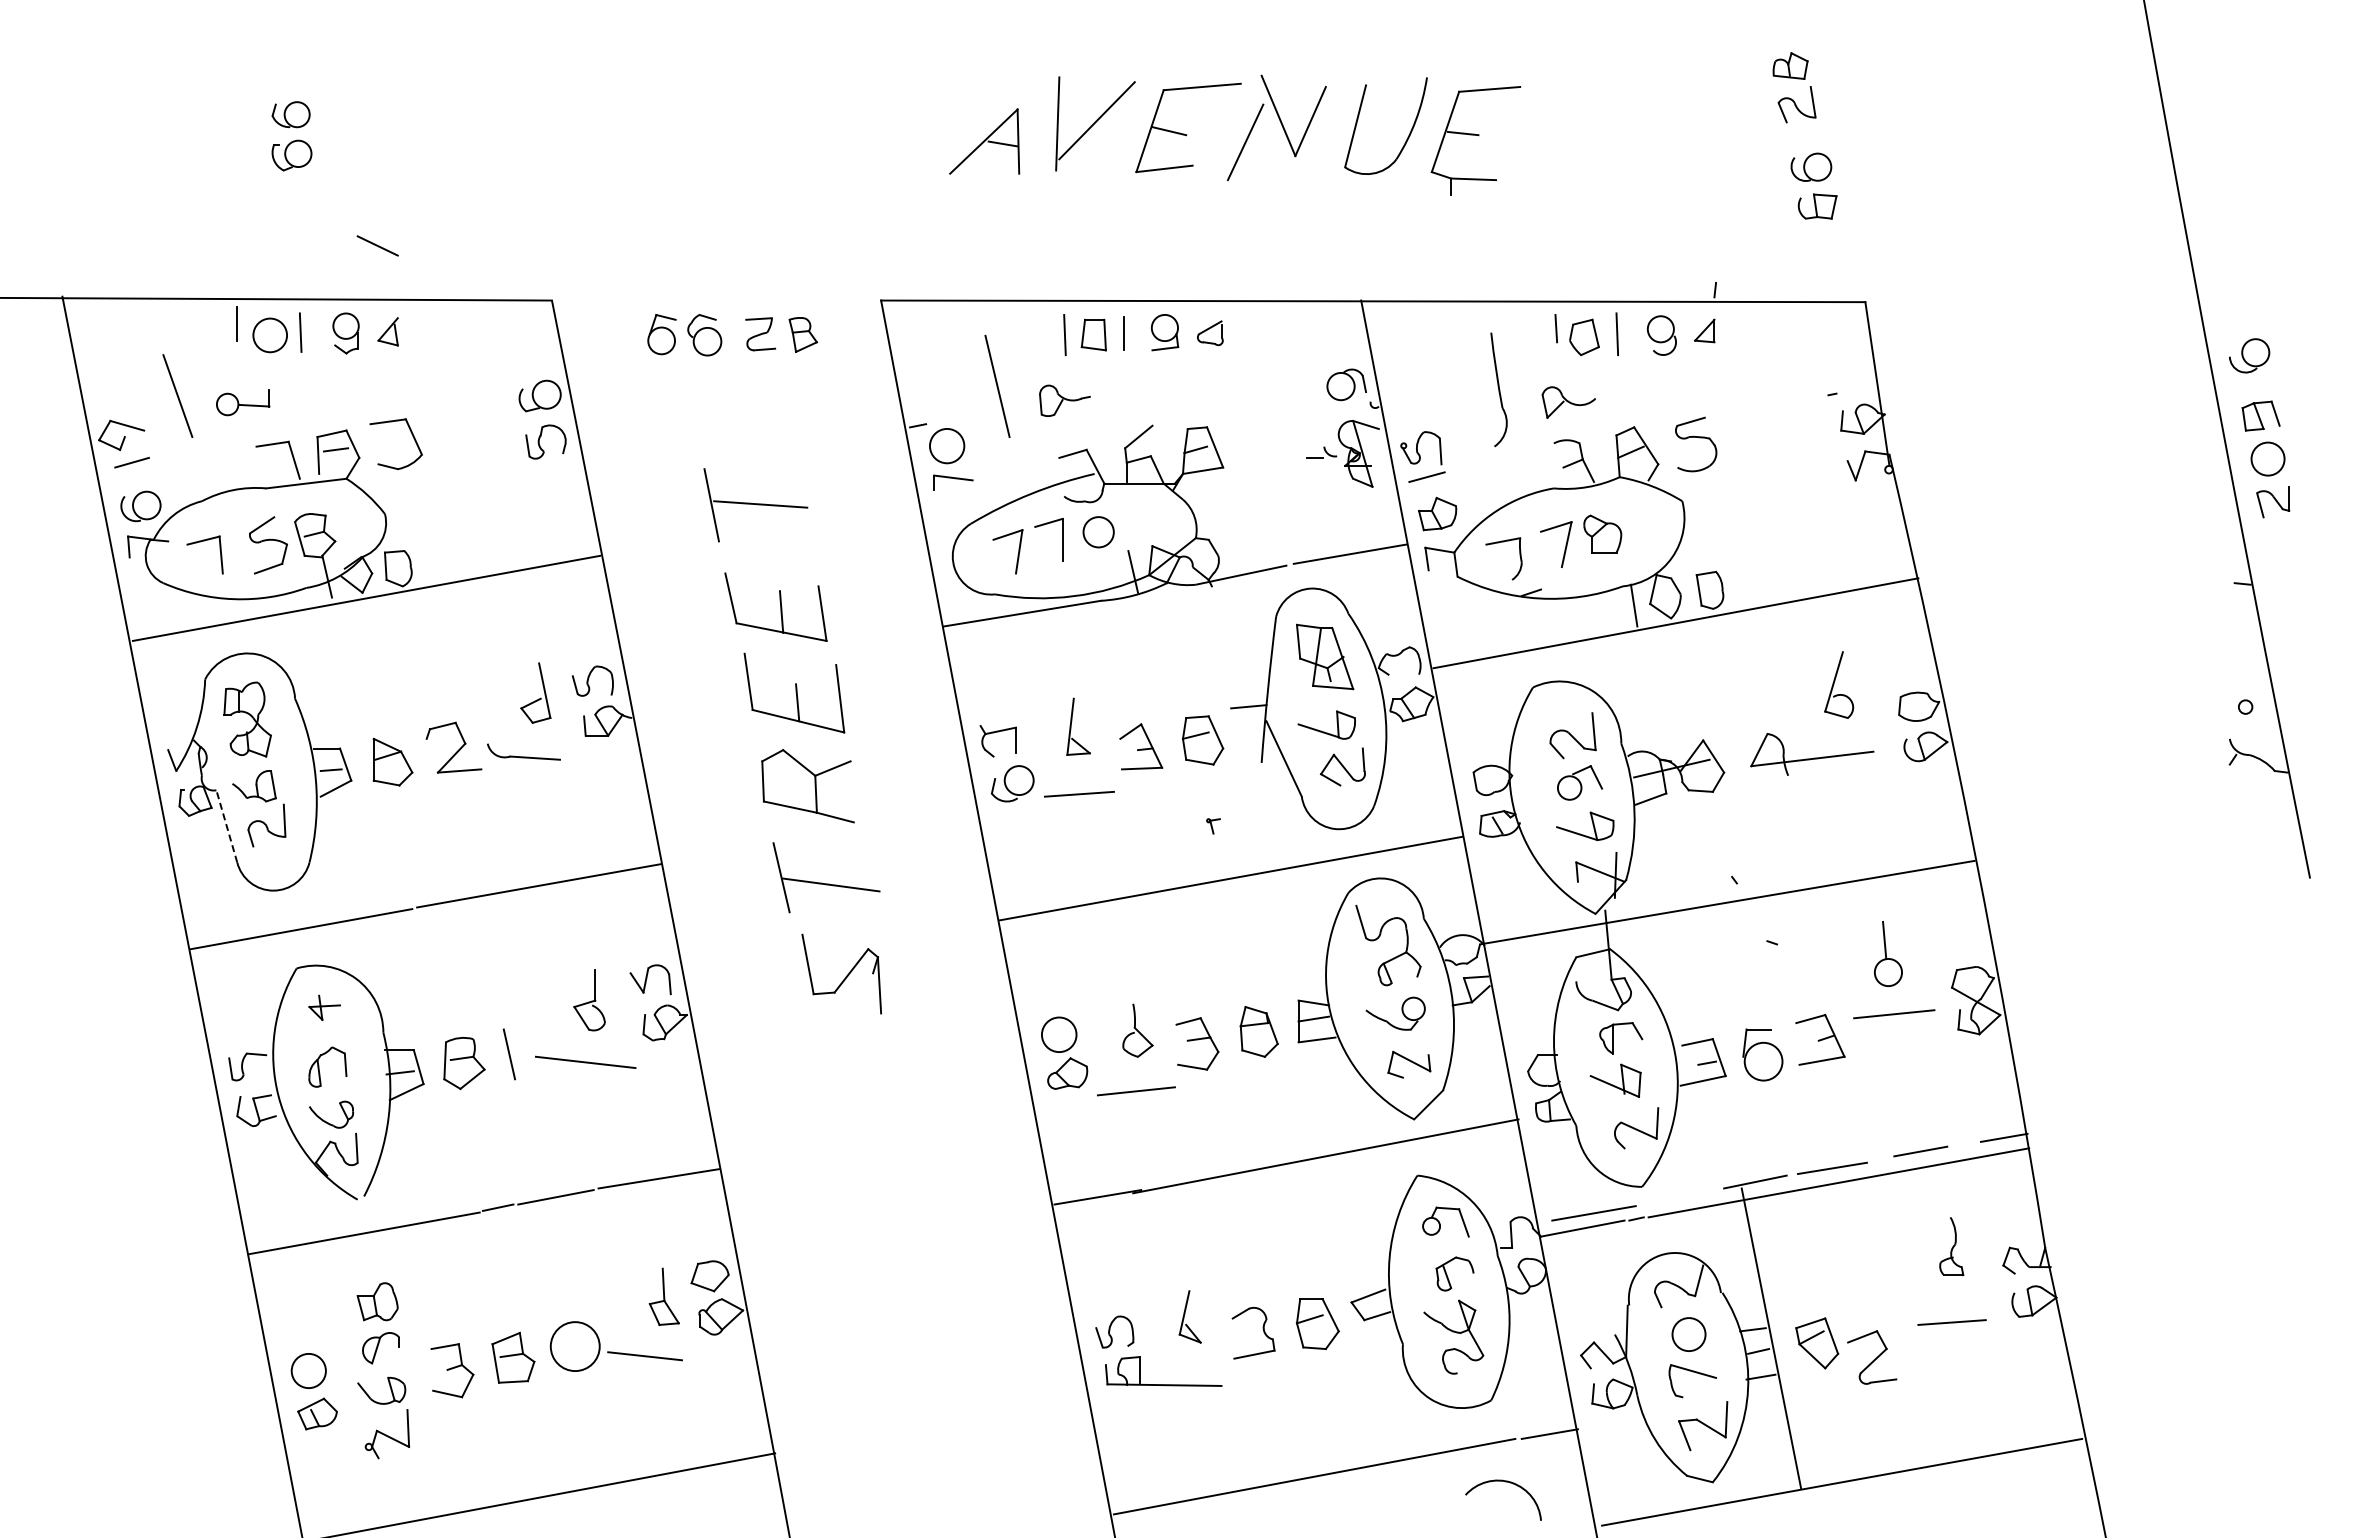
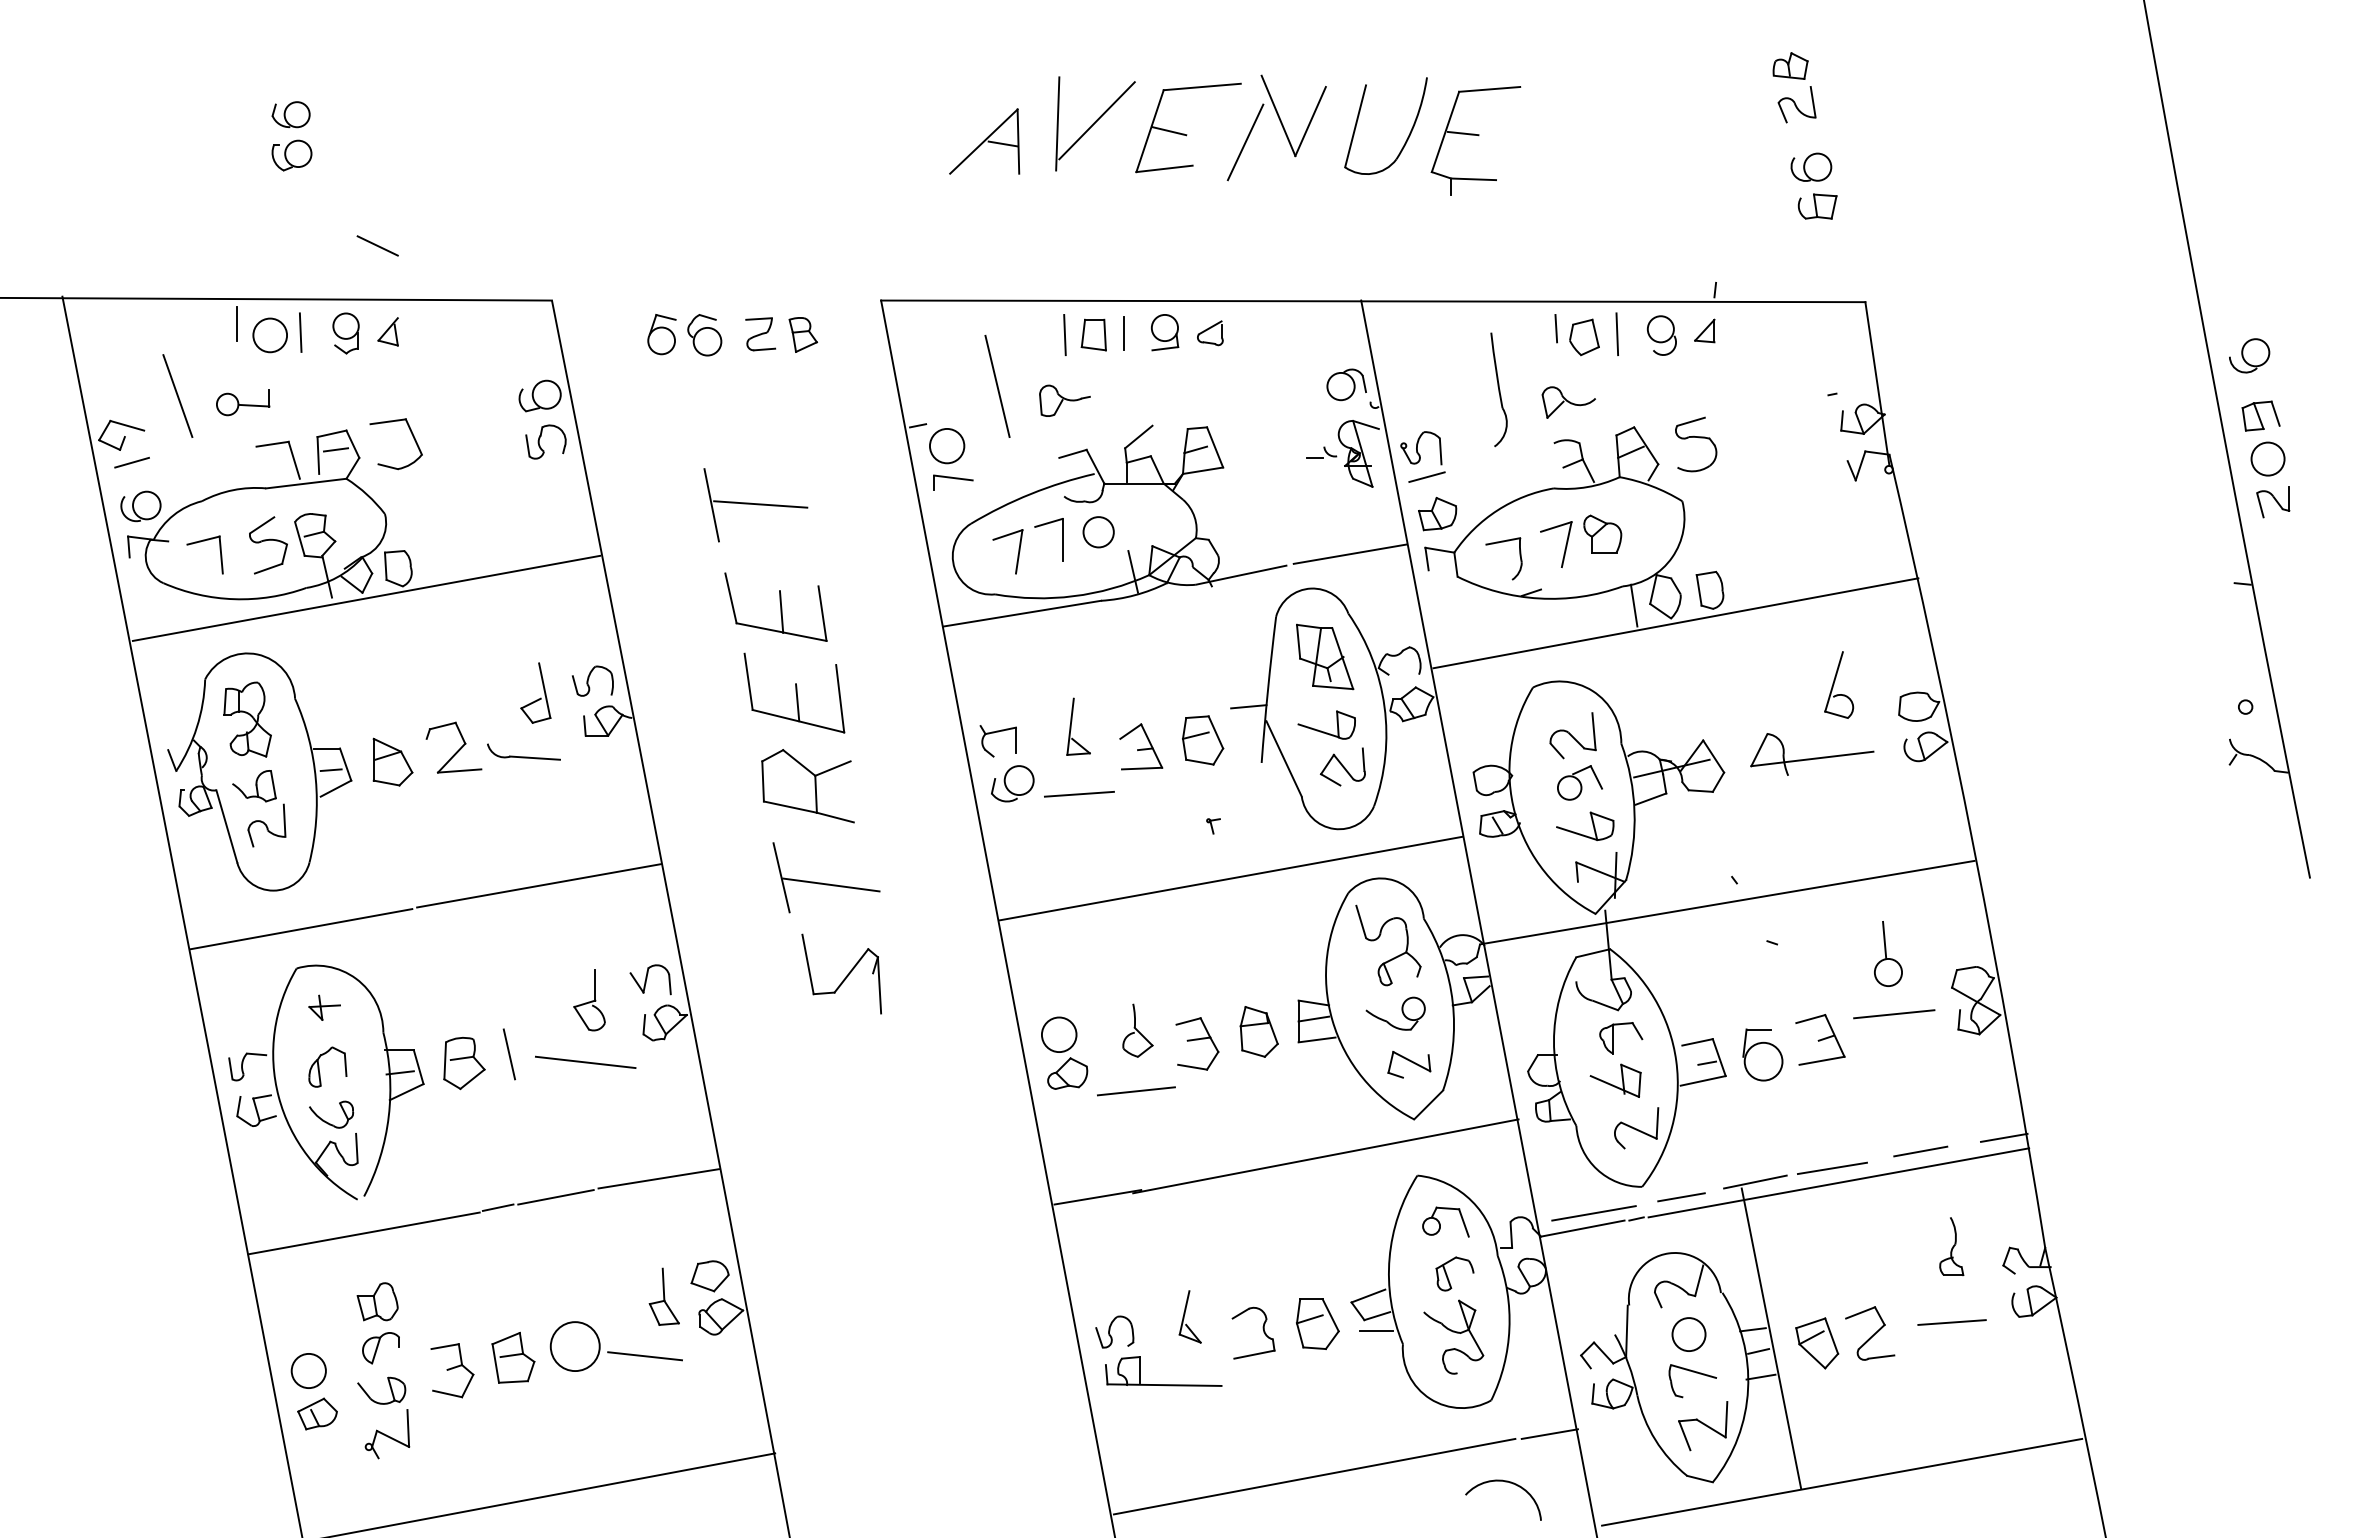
line at (226, 826): dashed -> solid
line at (1681, 1197): none -> present
line at (1376, 1331): none -> present
part at (1872, 1357) position: (1872, 1357) -> (1870, 1333)
